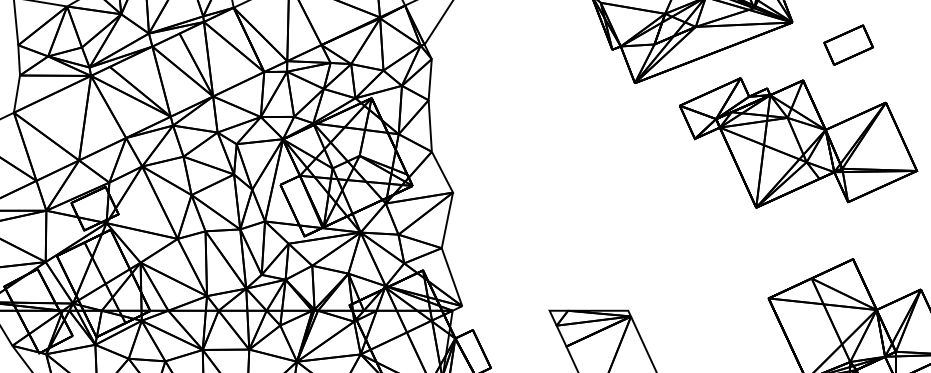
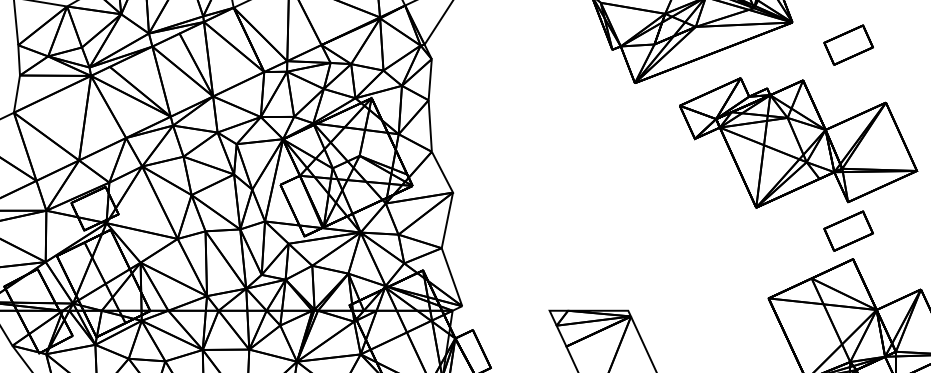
part at (848, 230): none -> present
